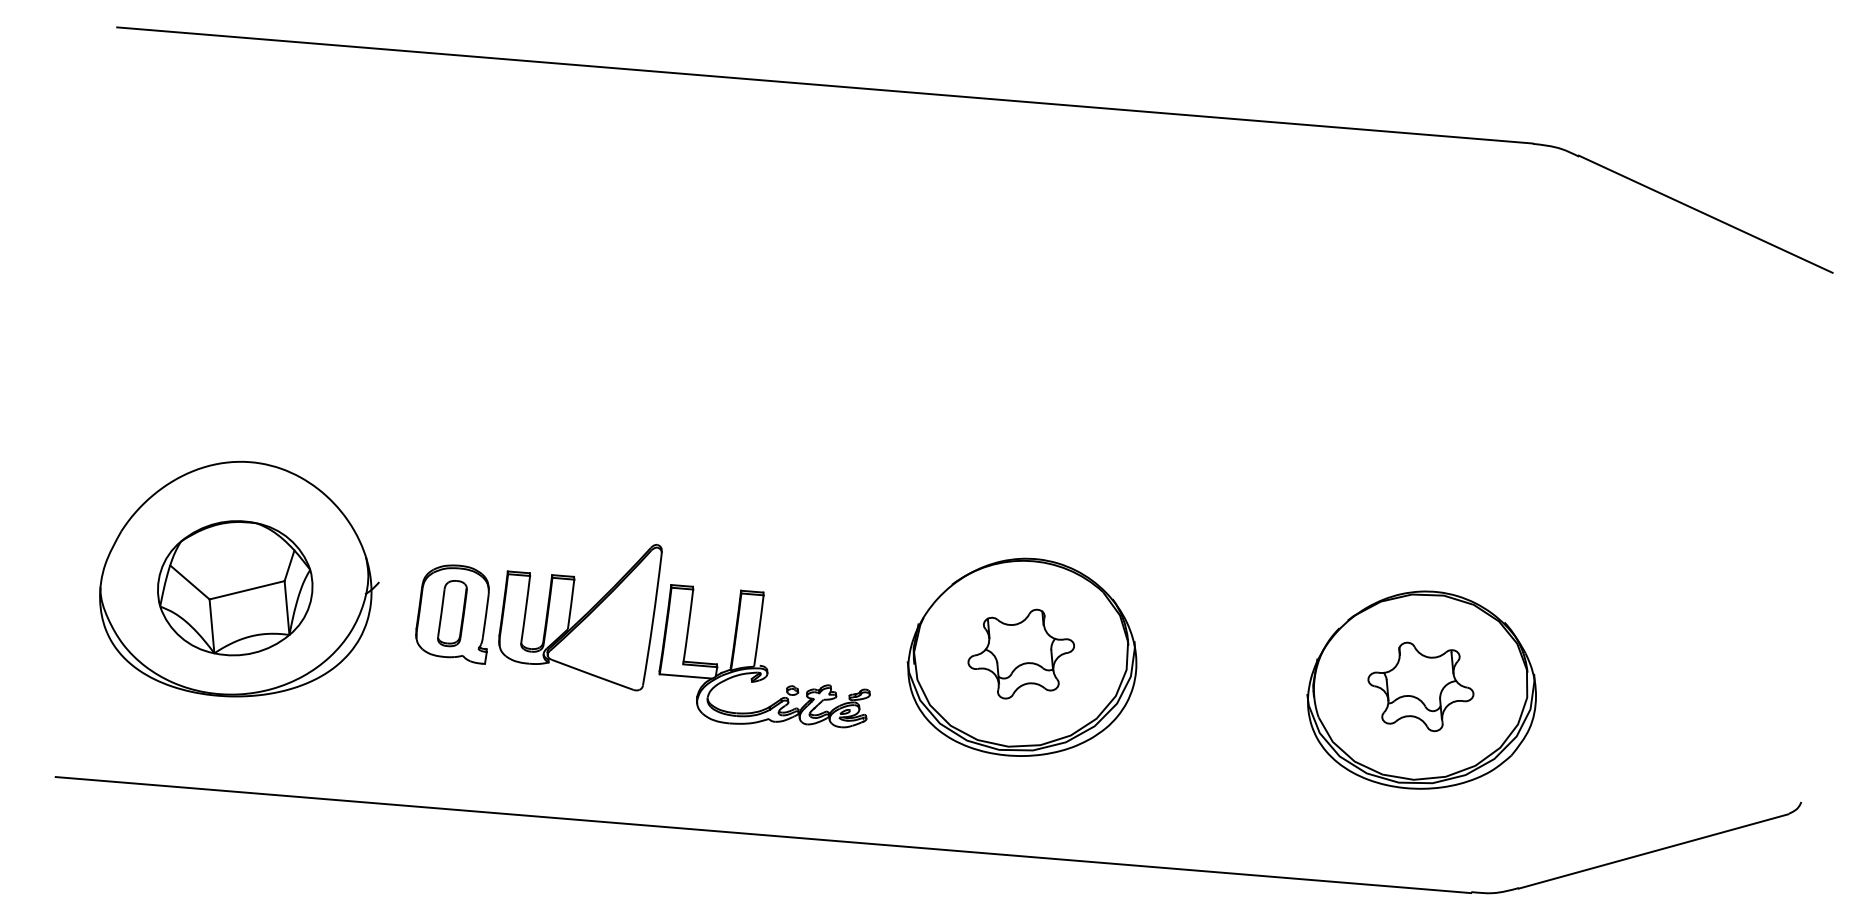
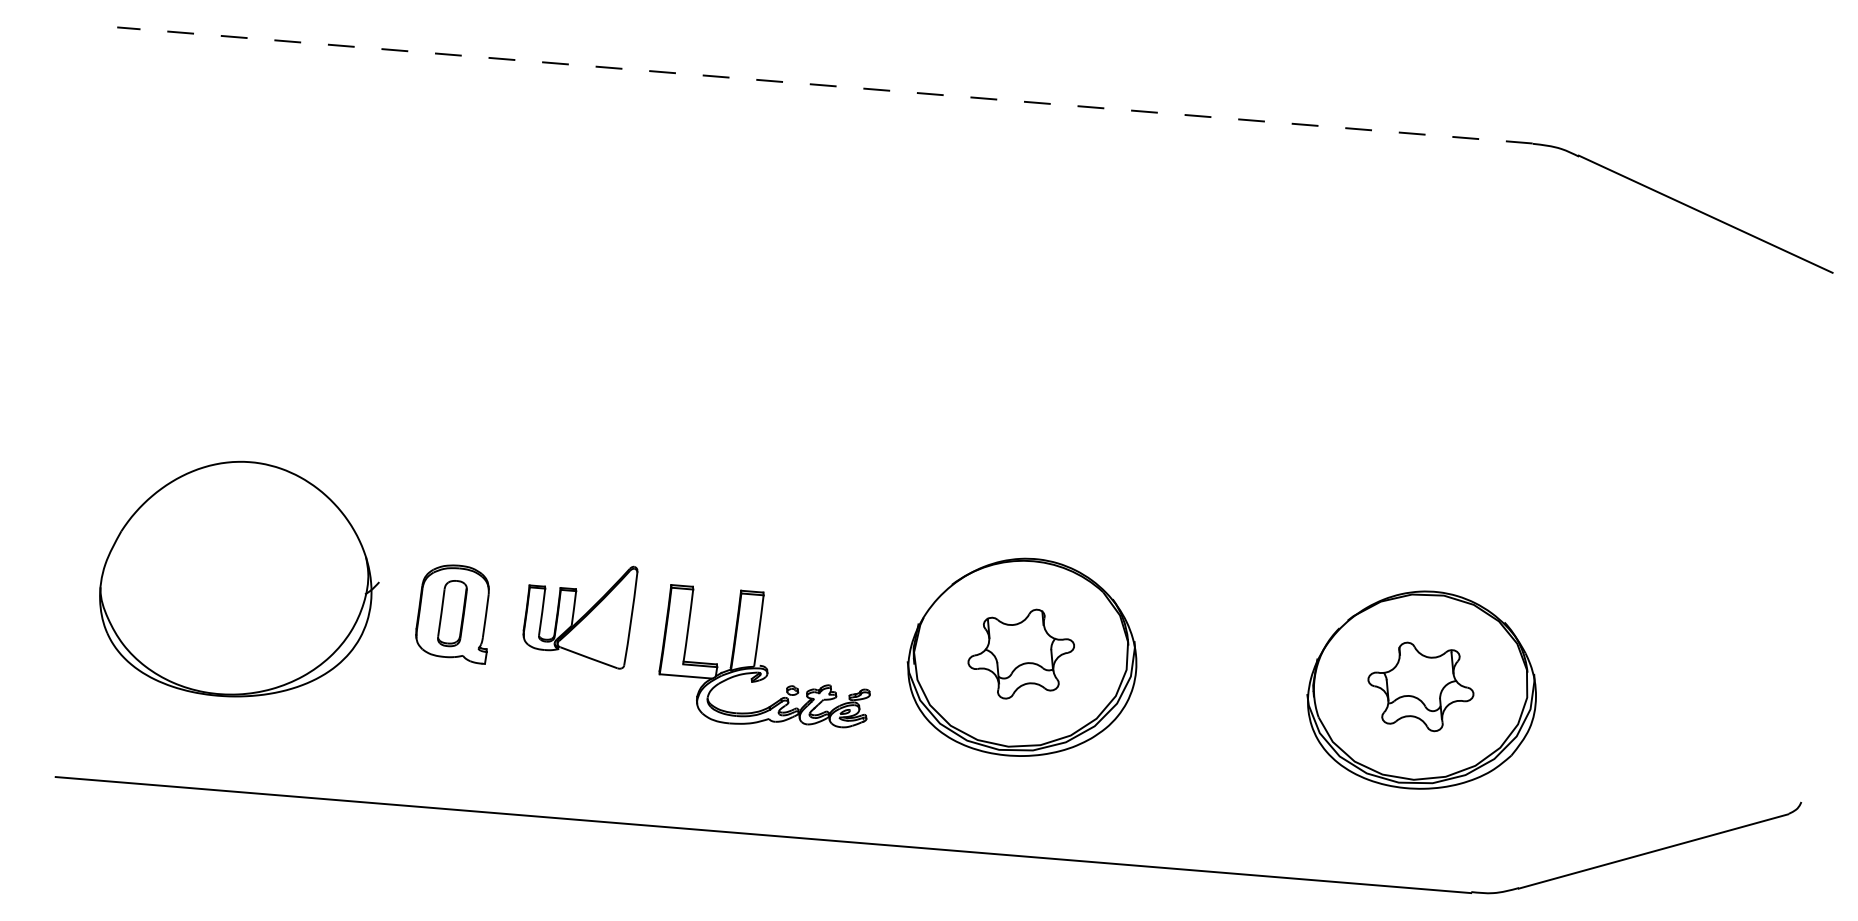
line at (824, 85): solid -> dashed
part at (235, 588): present -> none
part at (580, 617) size: 165x148 px -> 117x105 px
